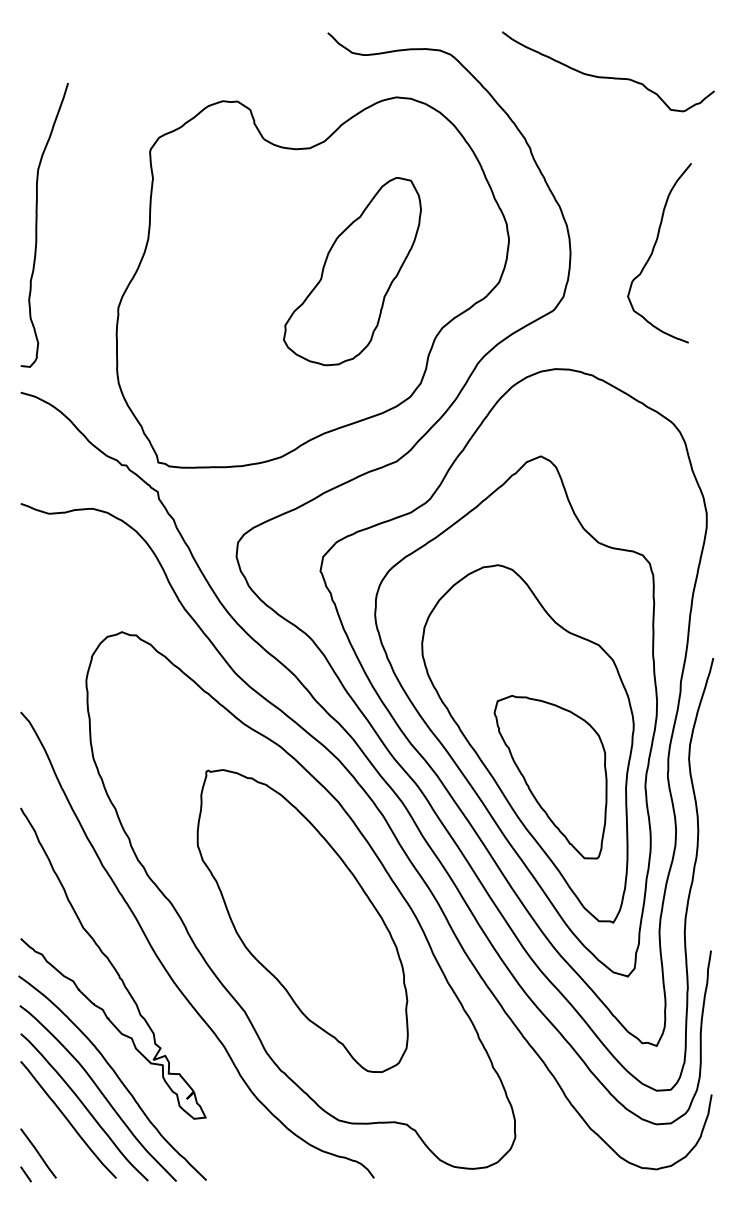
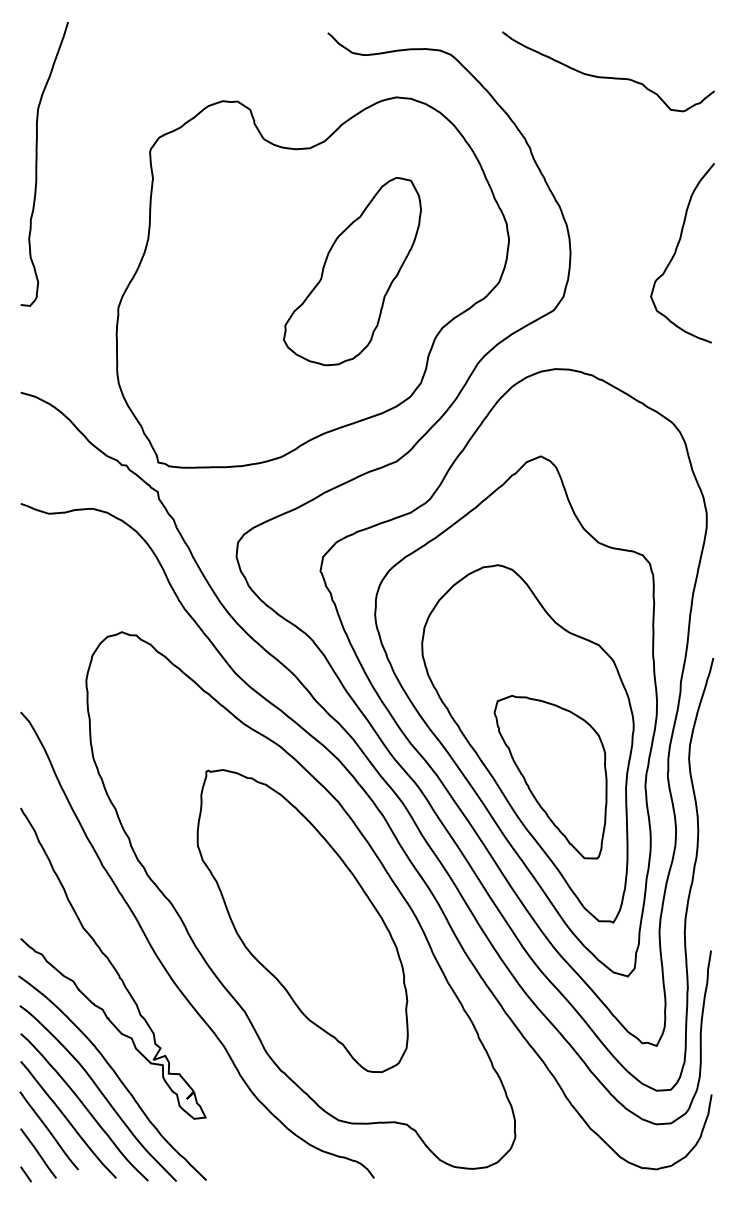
curve at (37, 225) position: (37, 225) -> (37, 164)
curve at (653, 252) position: (653, 252) -> (676, 252)
line at (48, 1130): none -> present
